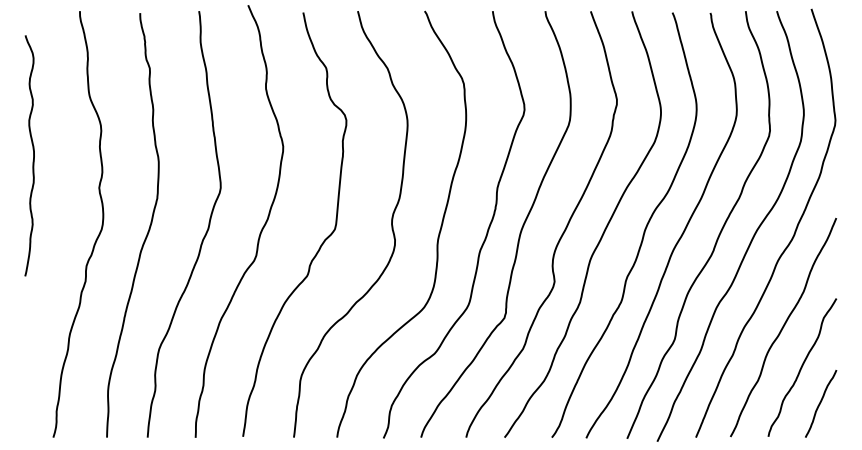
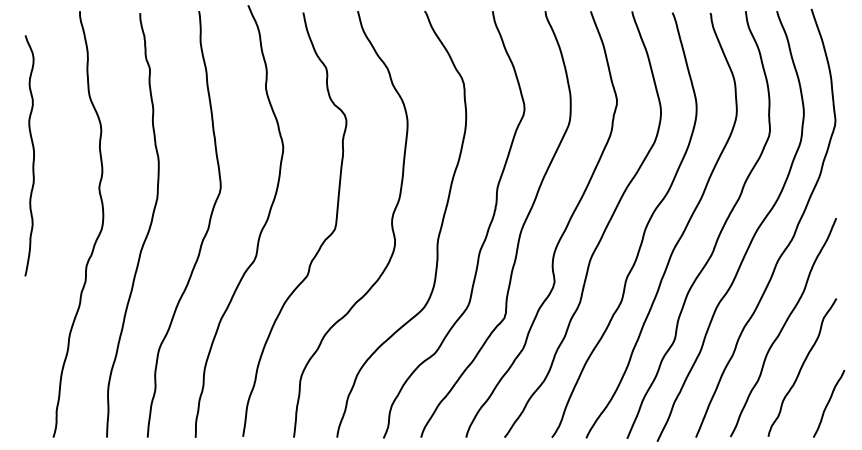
curve at (821, 402) position: (821, 402) -> (829, 402)
